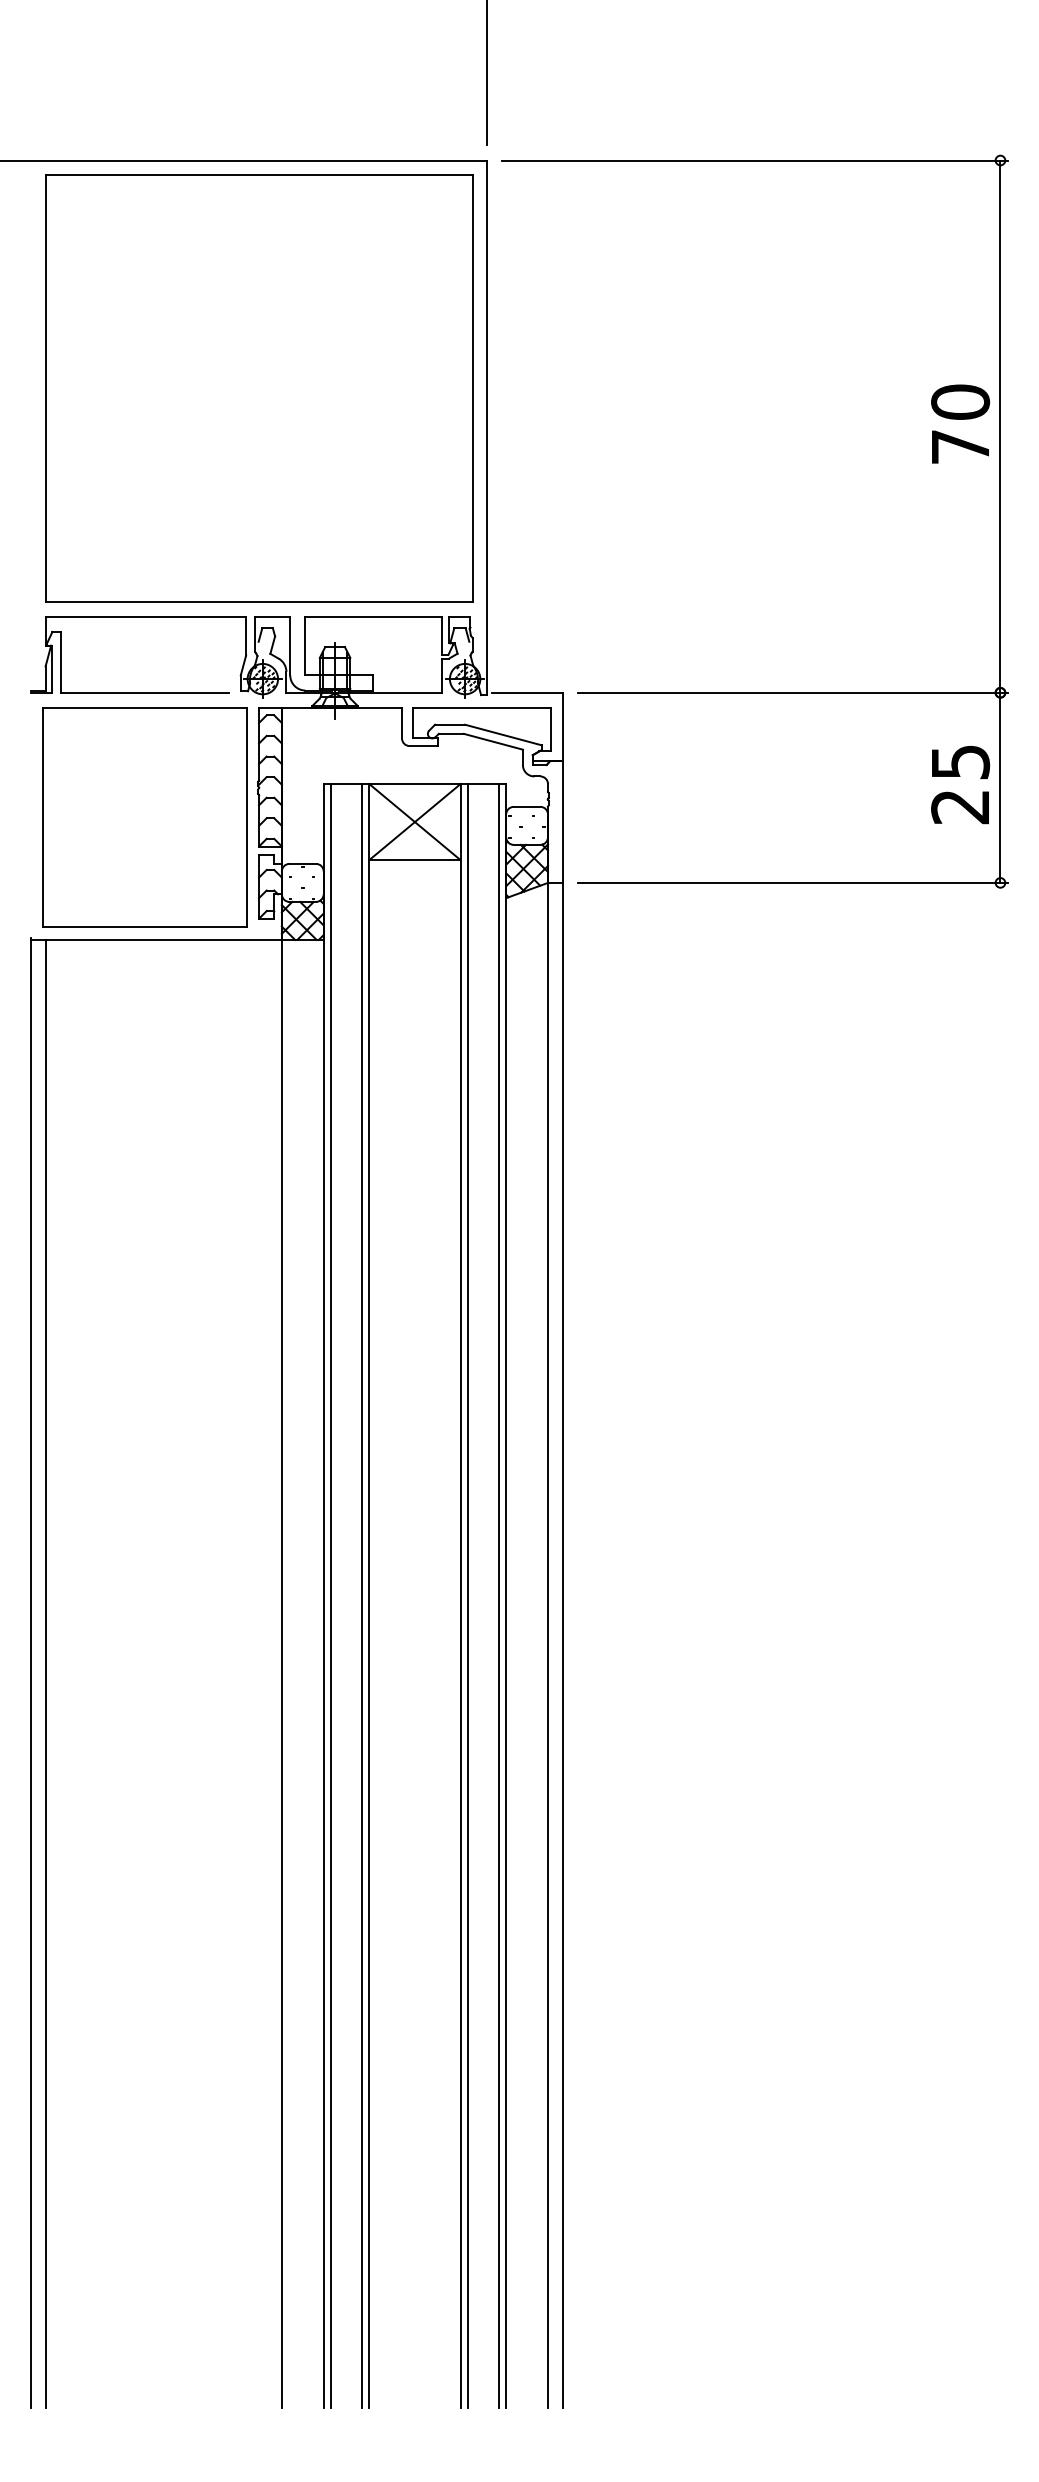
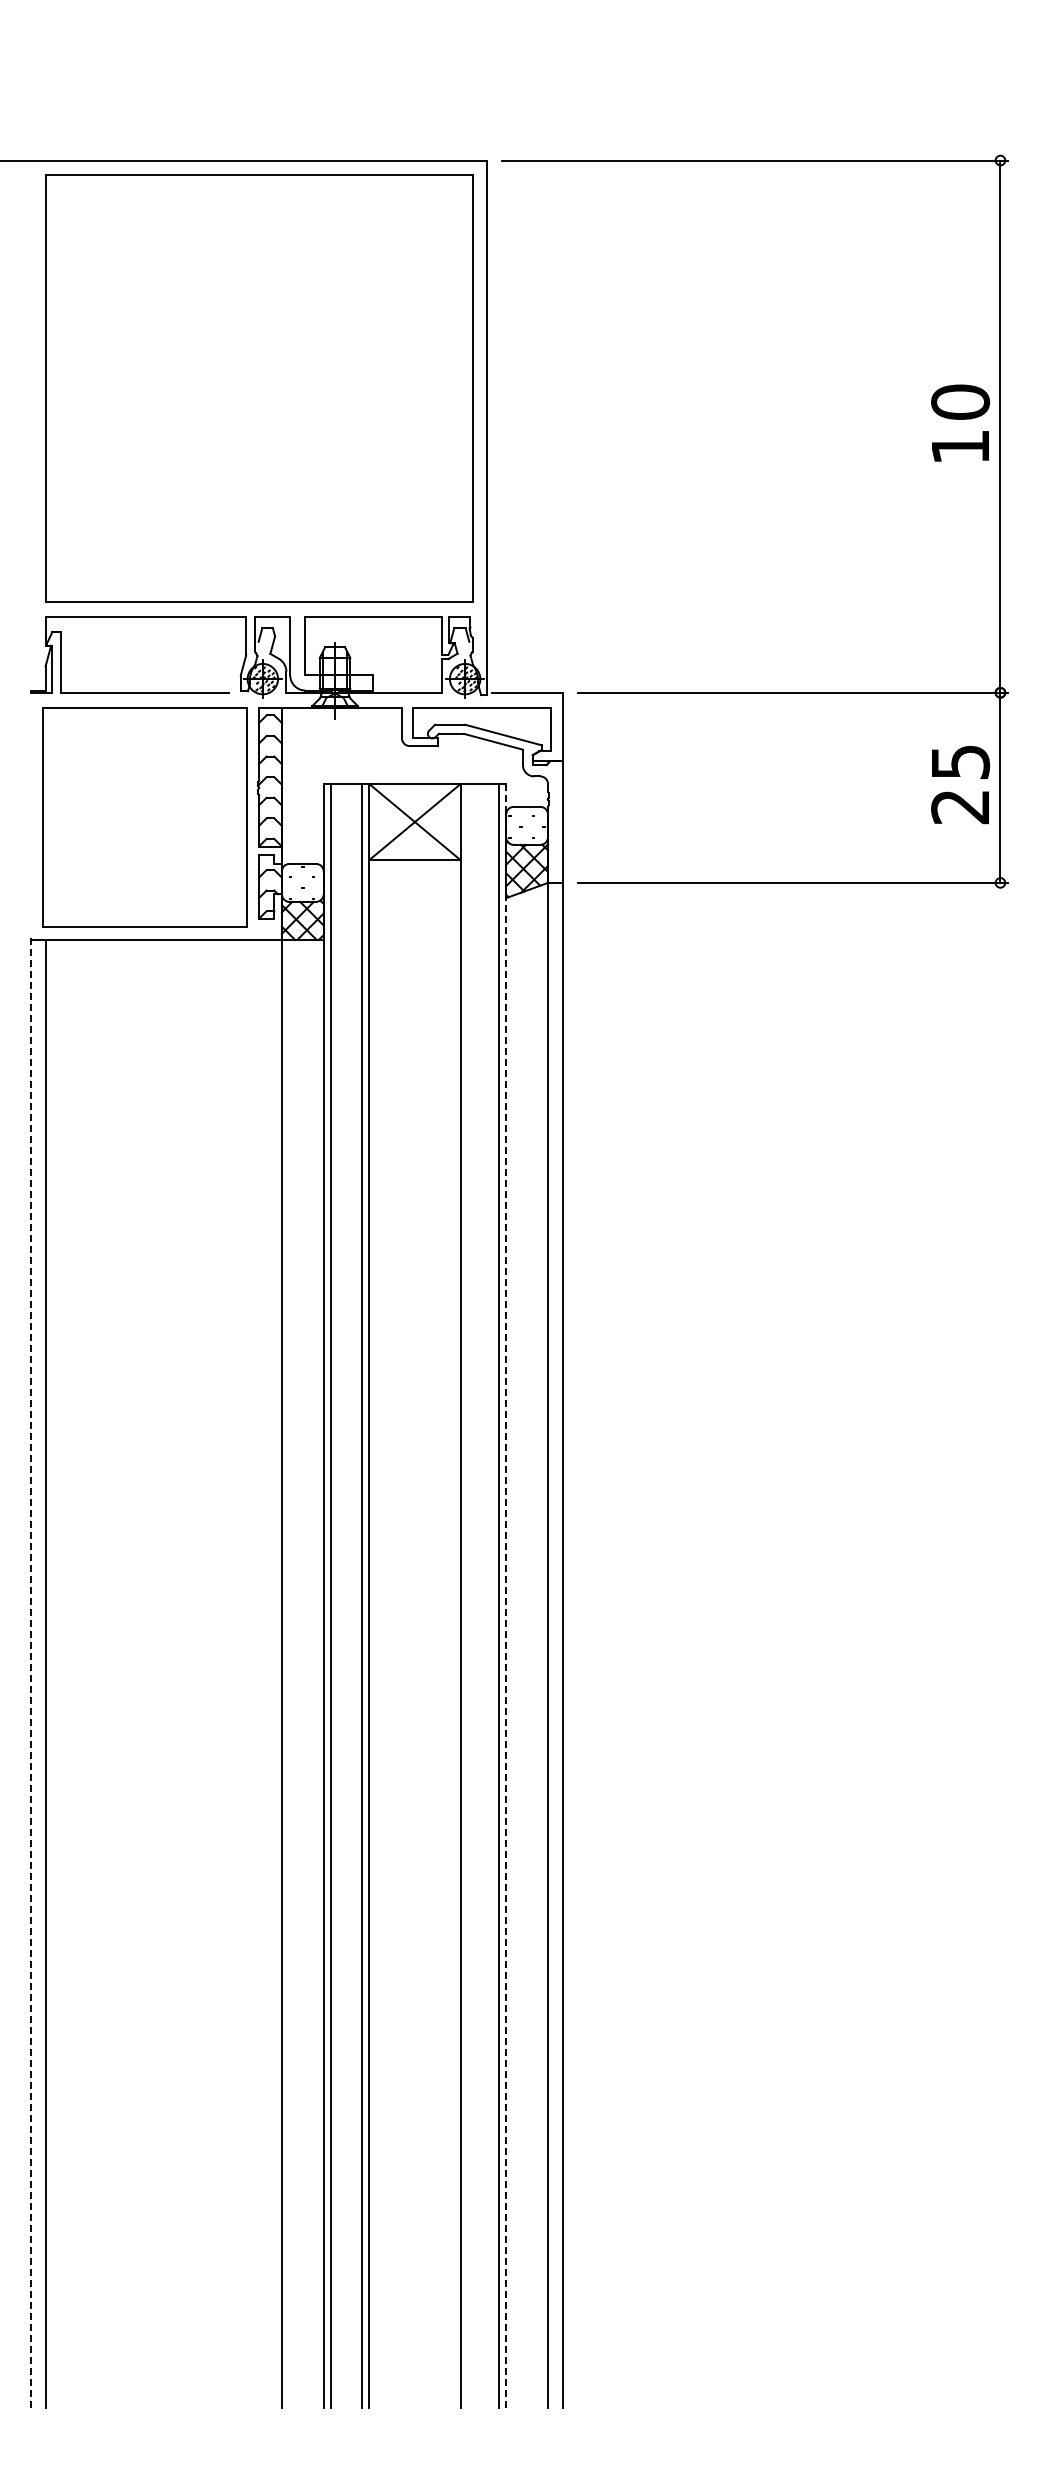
line at (487, 73): present -> none
text at (960, 446): 70 -> 10
line at (468, 1595): present -> none
line at (506, 1595): solid -> dashed
line at (30, 1672): solid -> dashed
